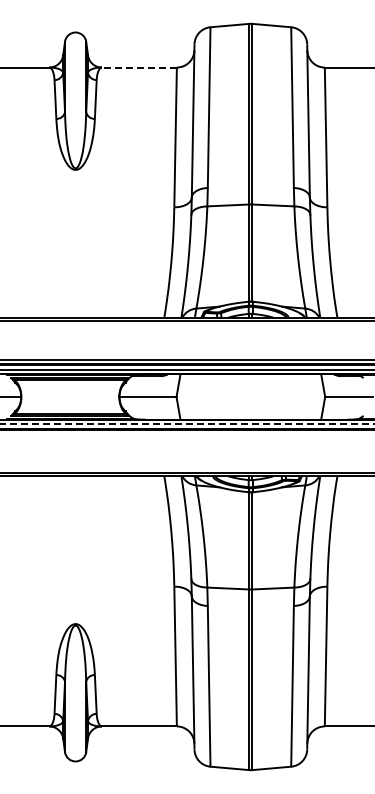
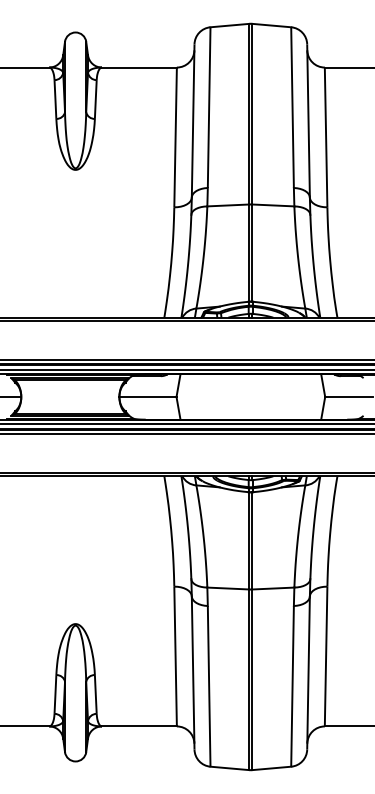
line at (138, 67): dashed -> solid
line at (187, 424): dashed -> solid
line at (186, 434): none -> present
